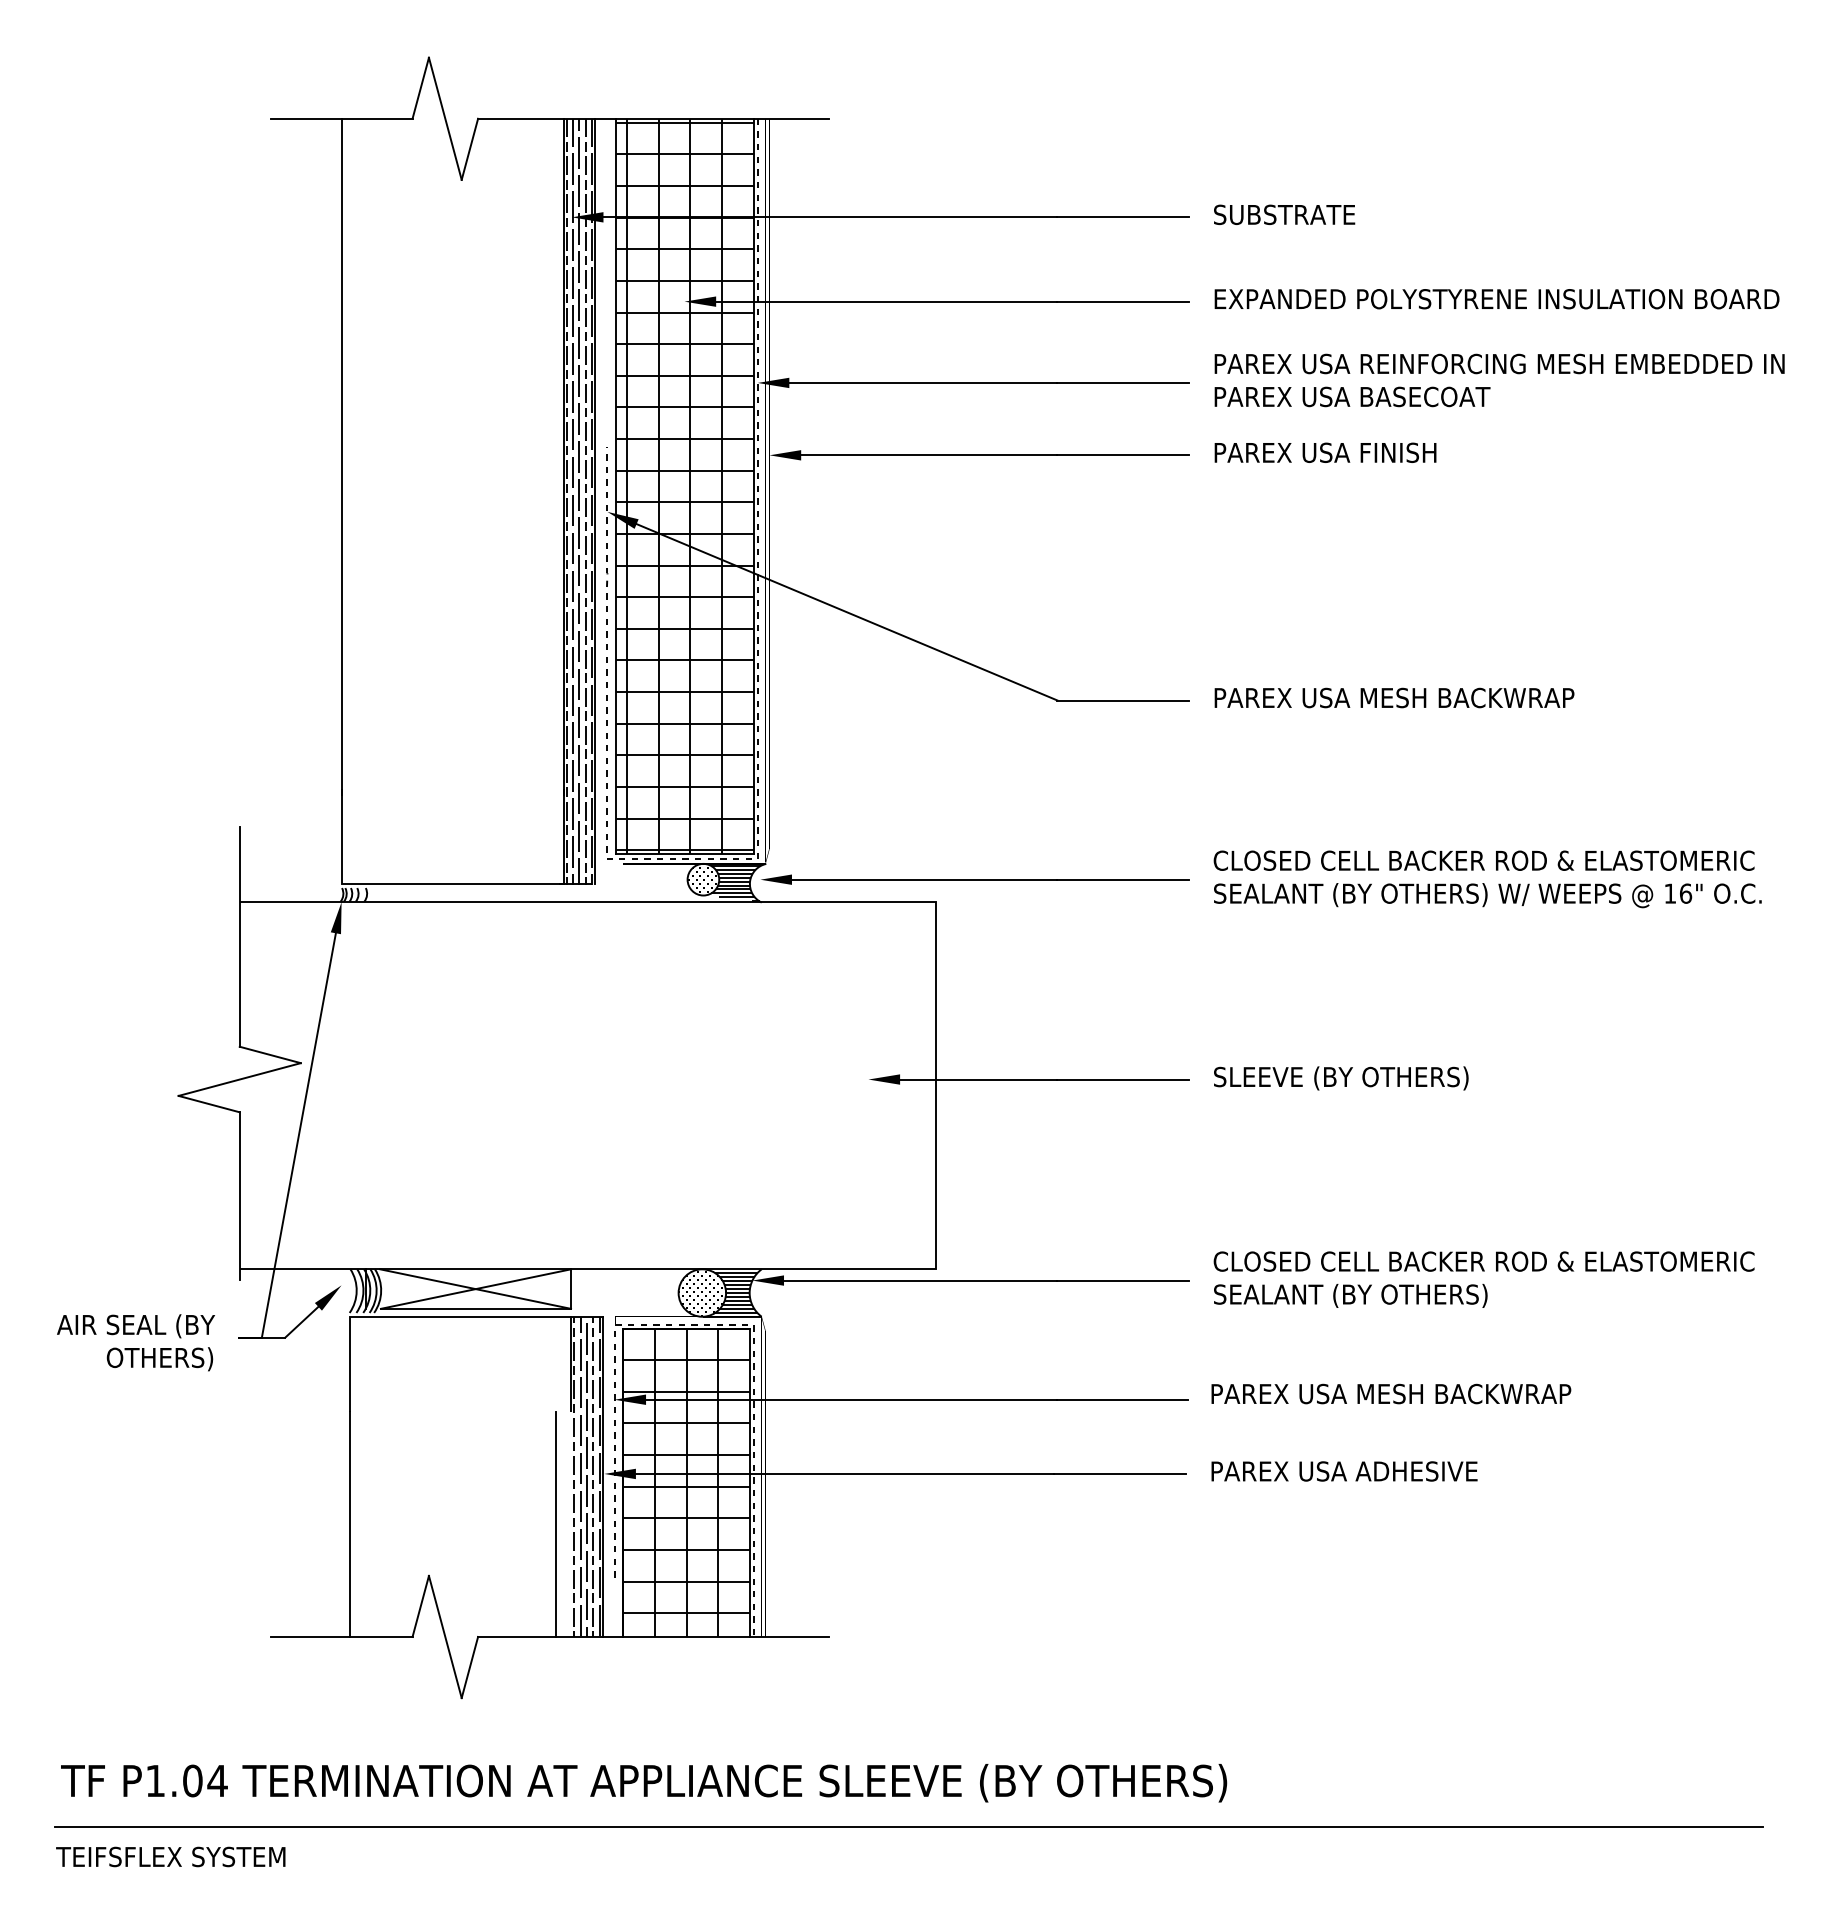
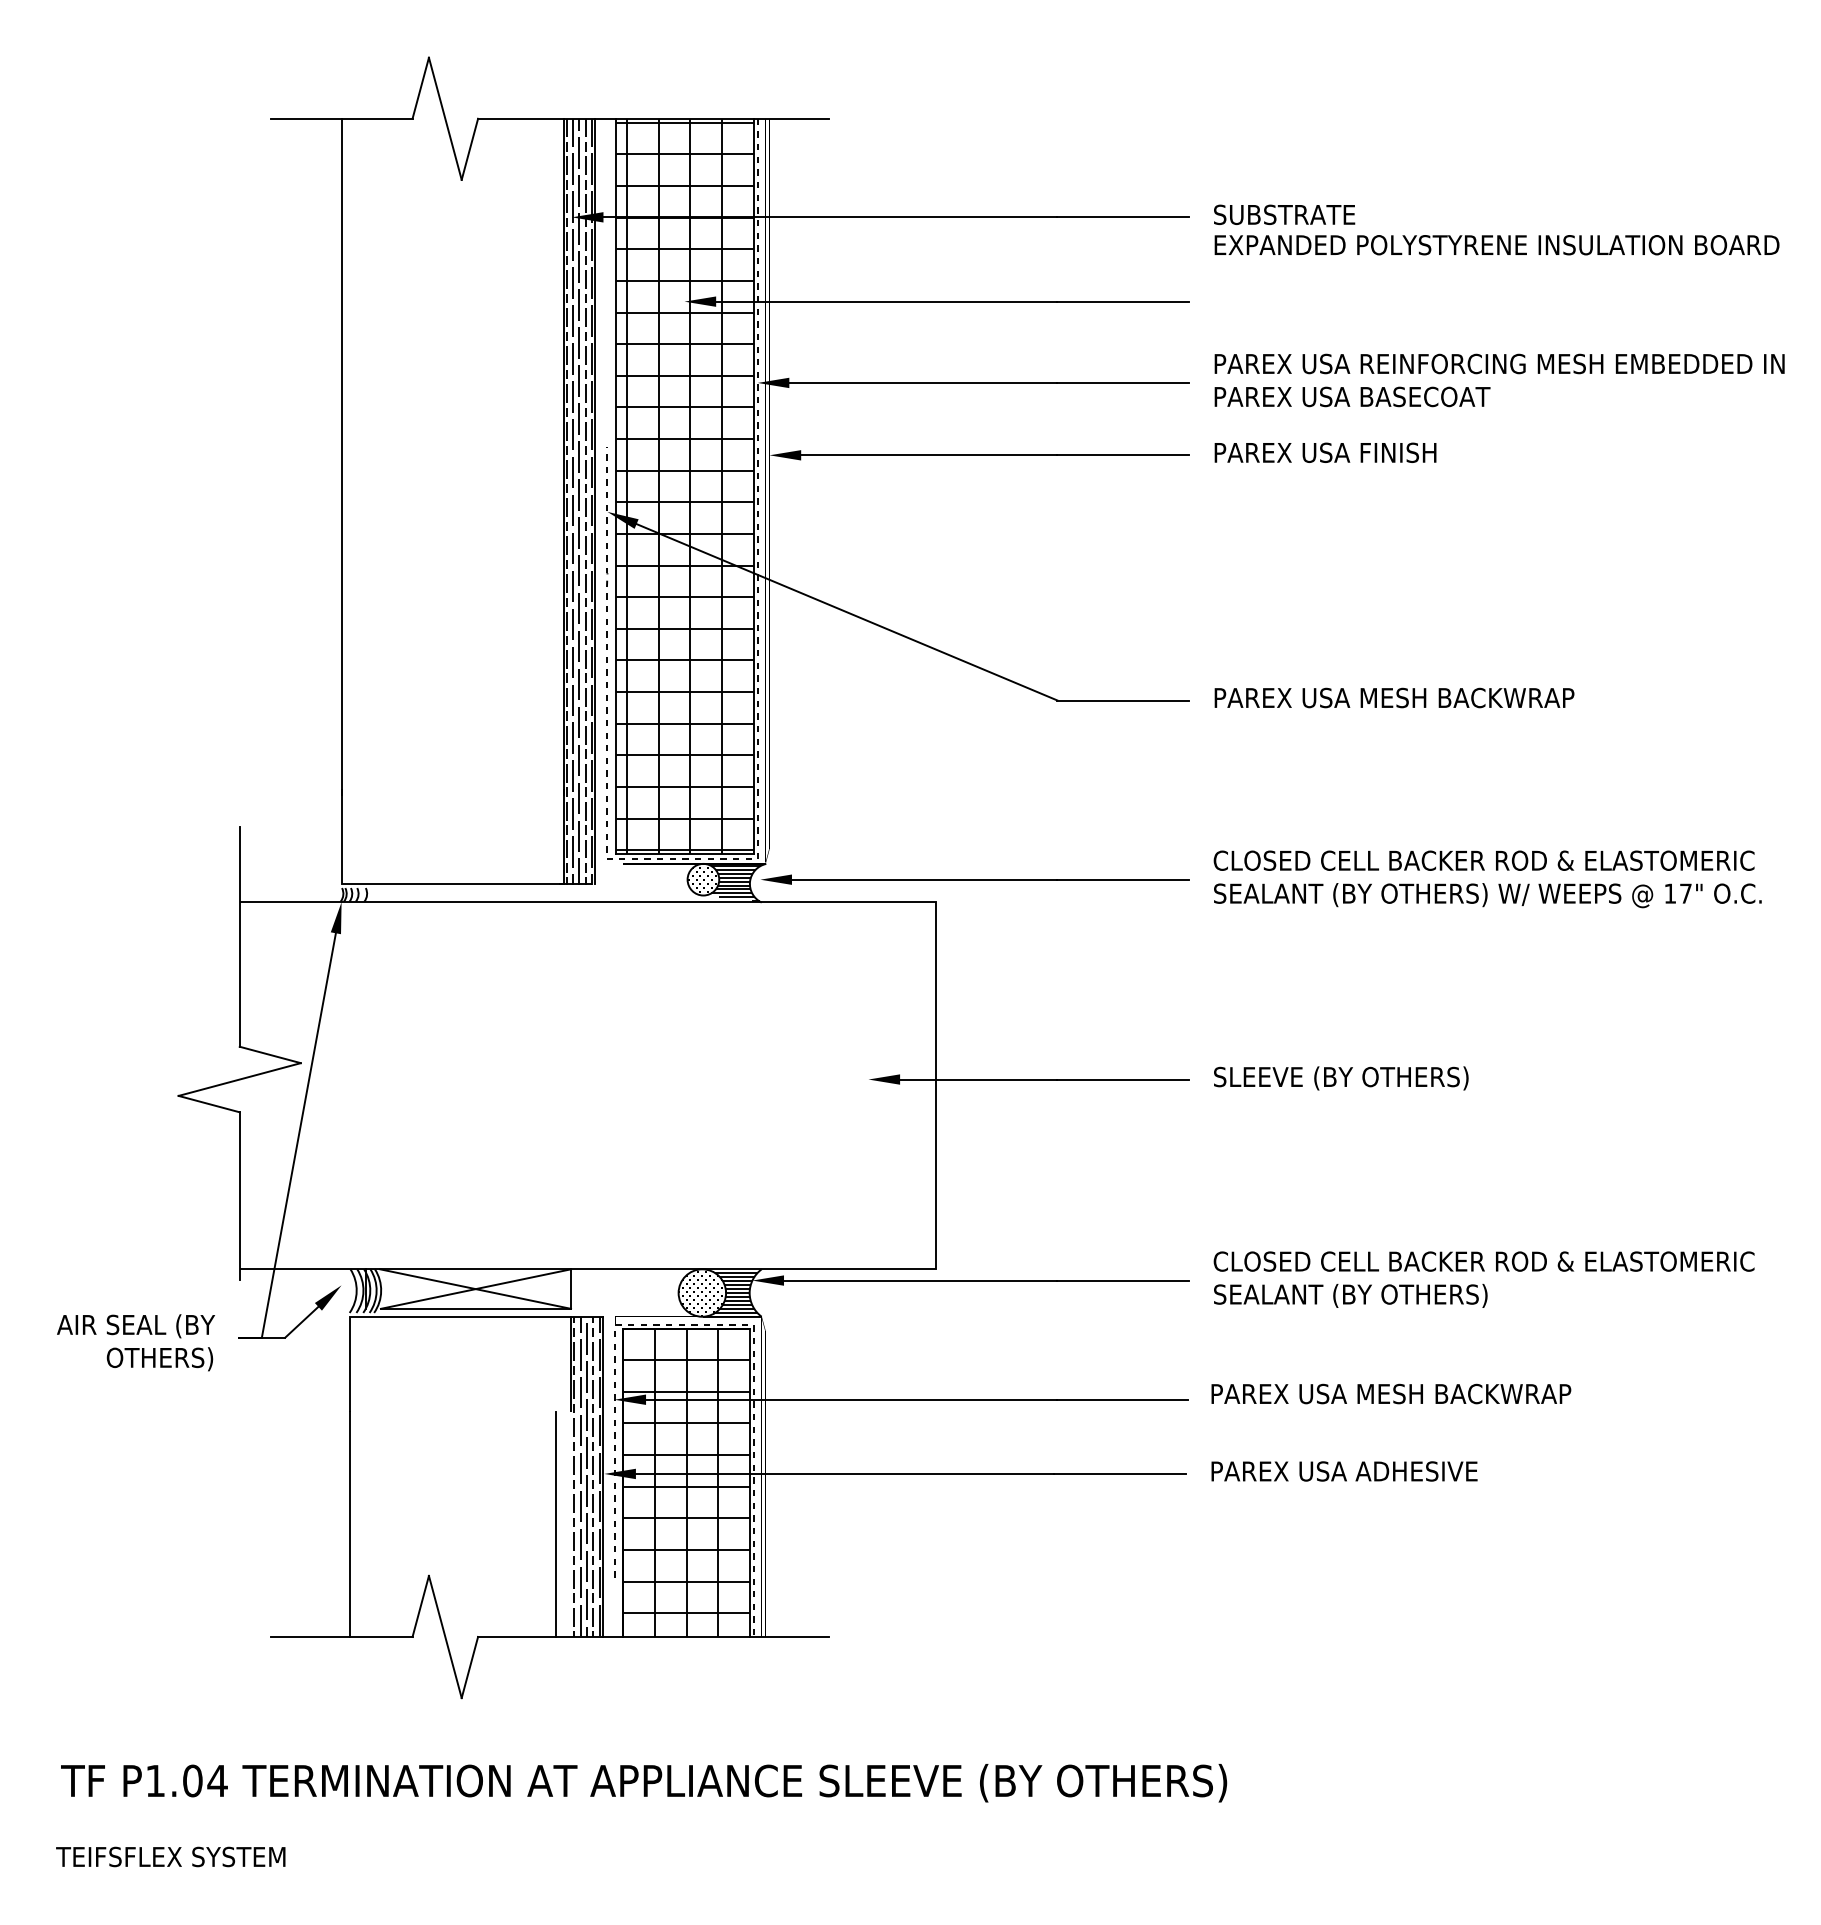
text at (1496, 299) position: (1496, 299) -> (1496, 245)
text at (1686, 893): 16" -> 17"
line at (908, 1826): present -> none
